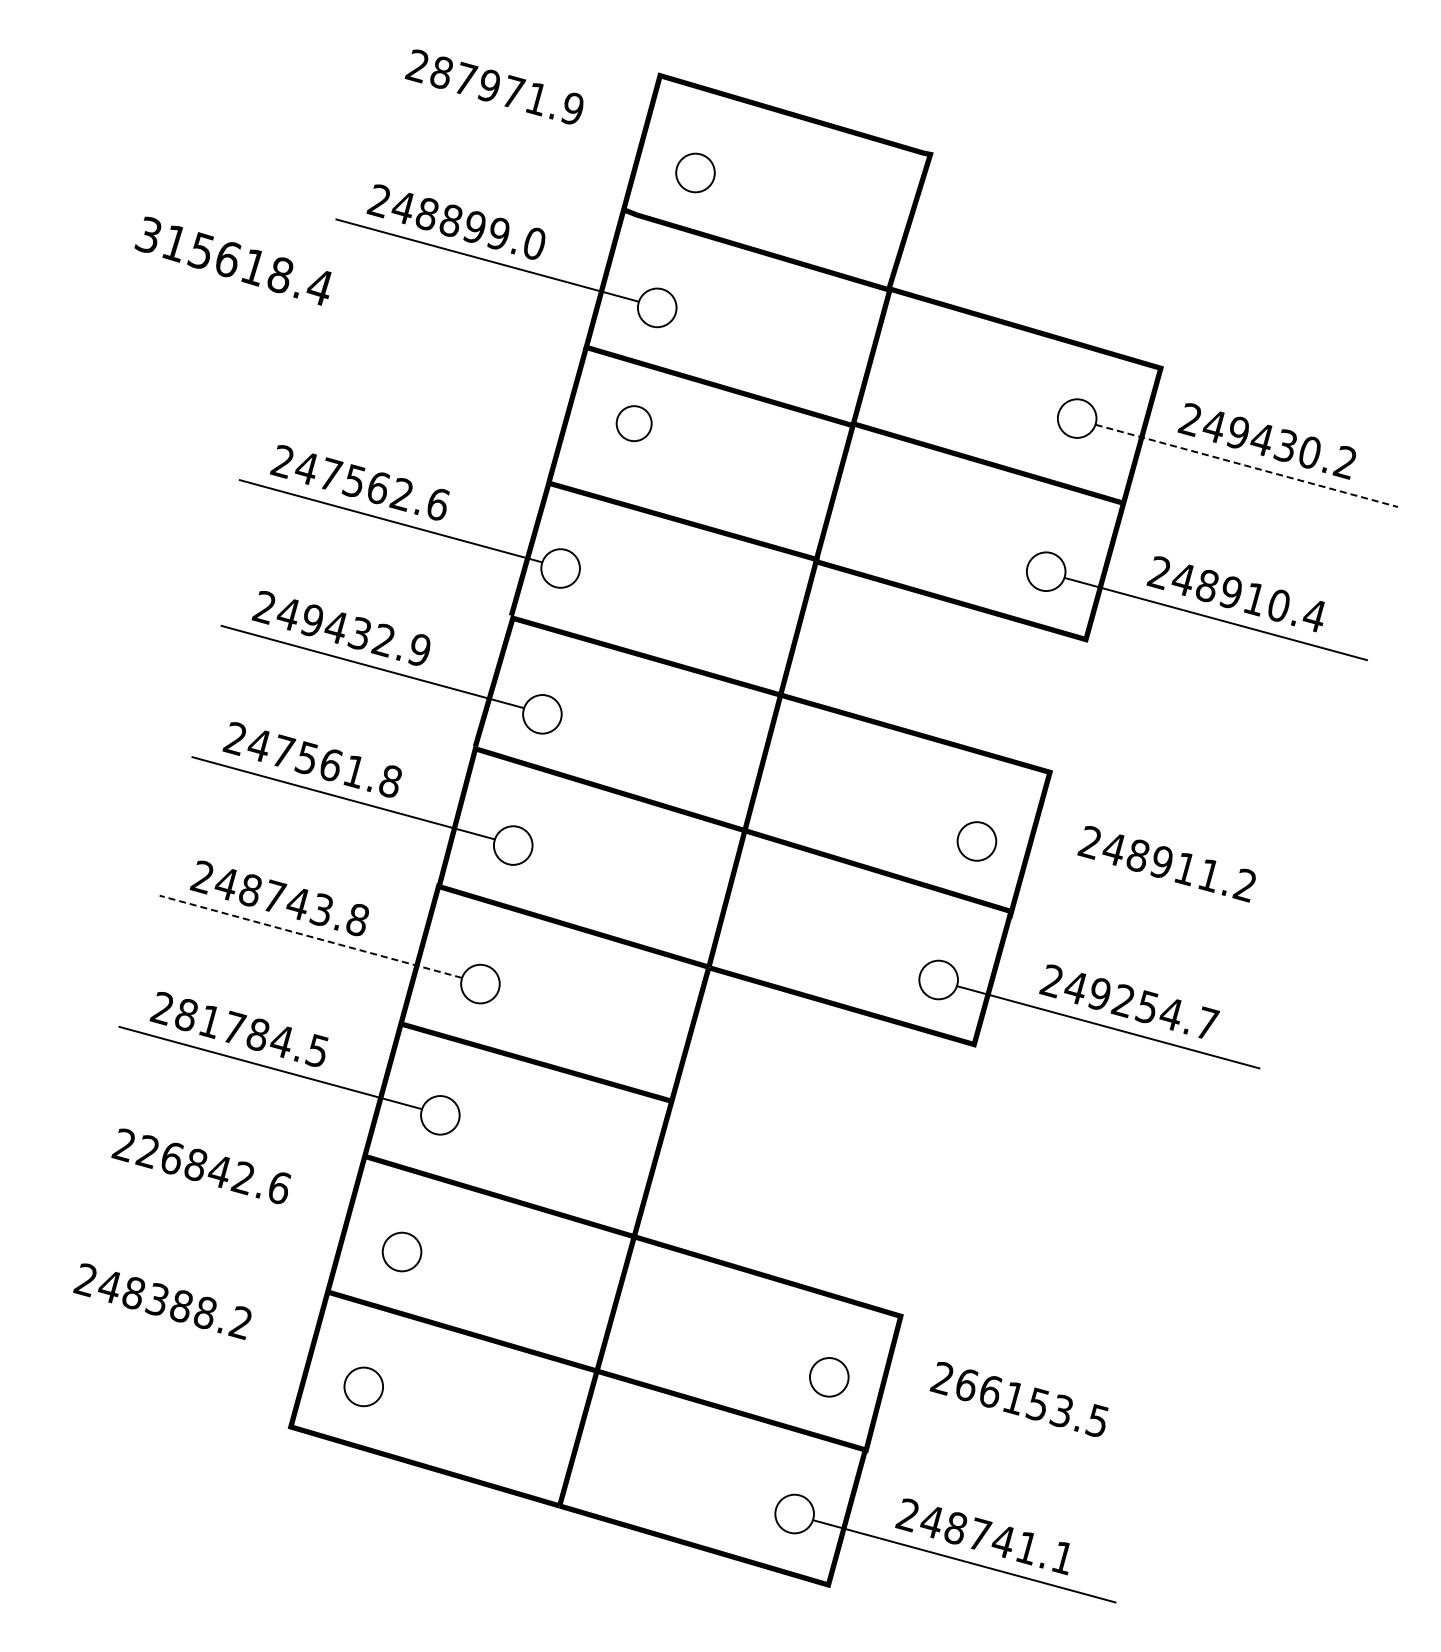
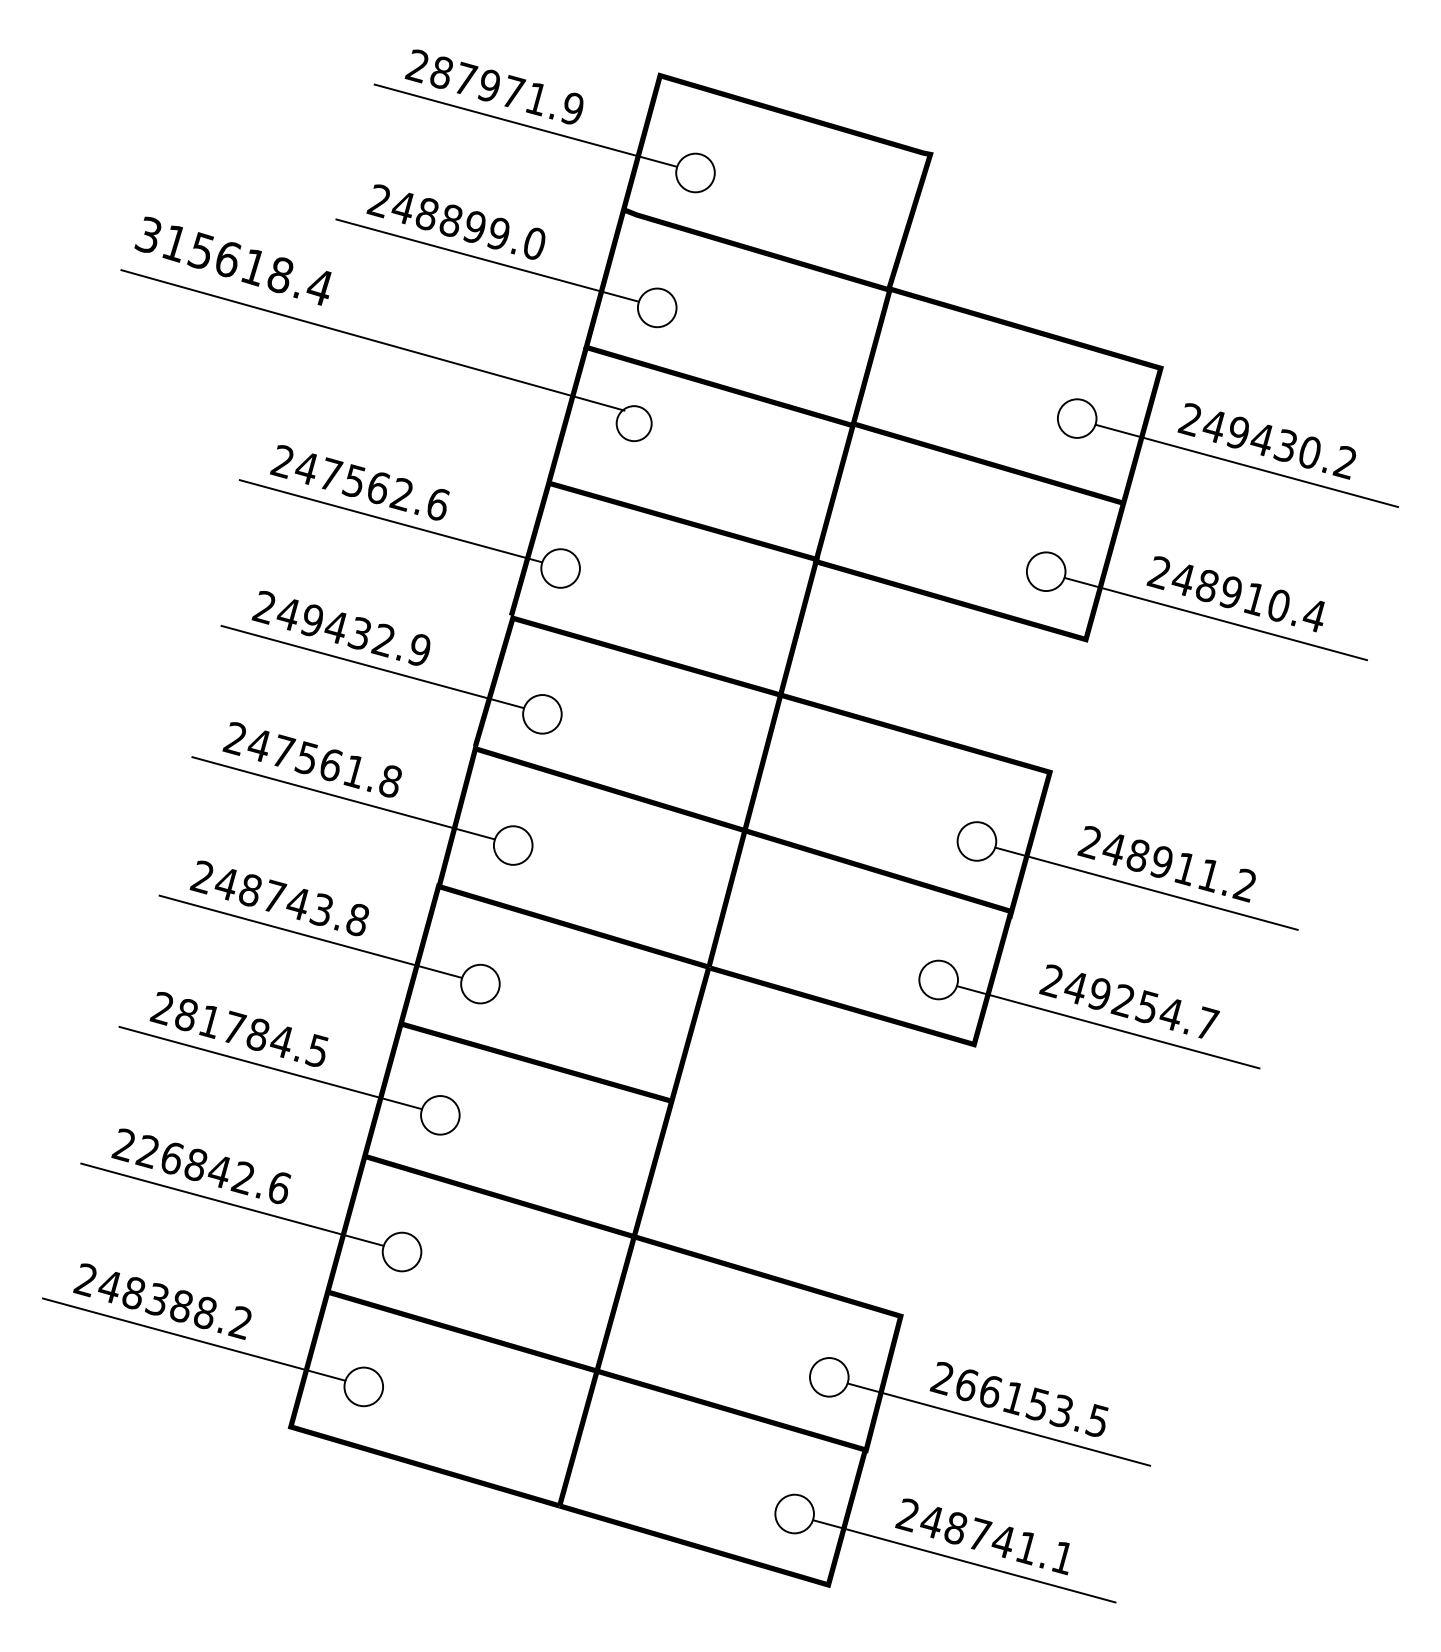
line at (525, 125): none -> present
line at (372, 340): none -> present
line at (1246, 465): dashed -> solid
line at (1146, 888): none -> present
line at (310, 936): dashed -> solid
line at (232, 1204): none -> present
line at (194, 1339): none -> present
line at (998, 1424): none -> present
